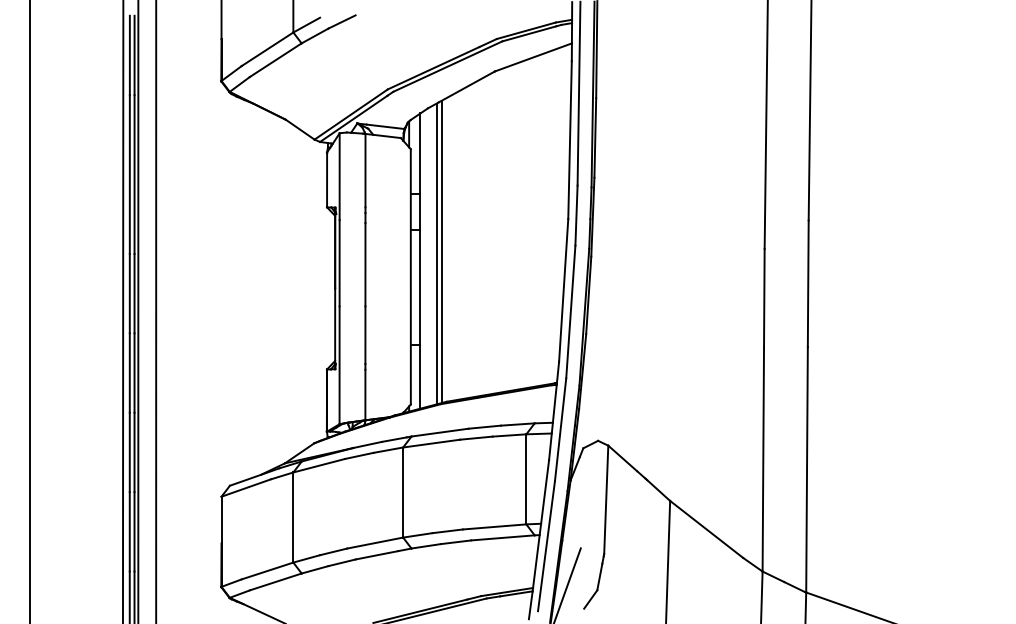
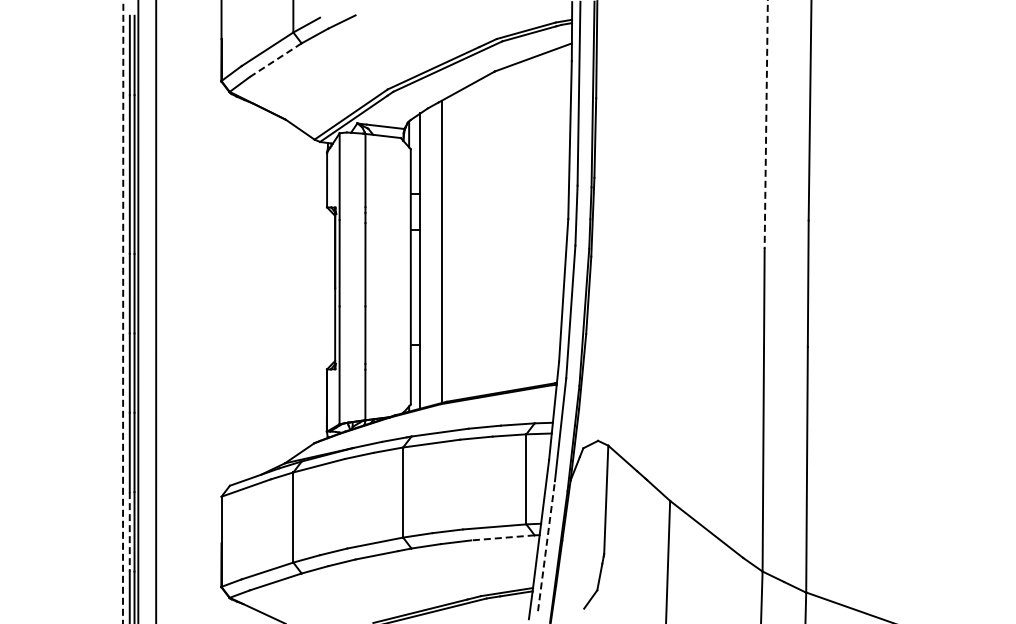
line at (275, 60): solid -> dashed
line at (766, 125): solid -> dashed
line at (436, 253): present -> none
line at (30, 311): present -> none
line at (123, 312): solid -> dashed
line at (129, 531): solid -> dashed
line at (502, 537): solid -> dashed
line at (546, 546): solid -> dashed
line at (567, 584): present -> none
